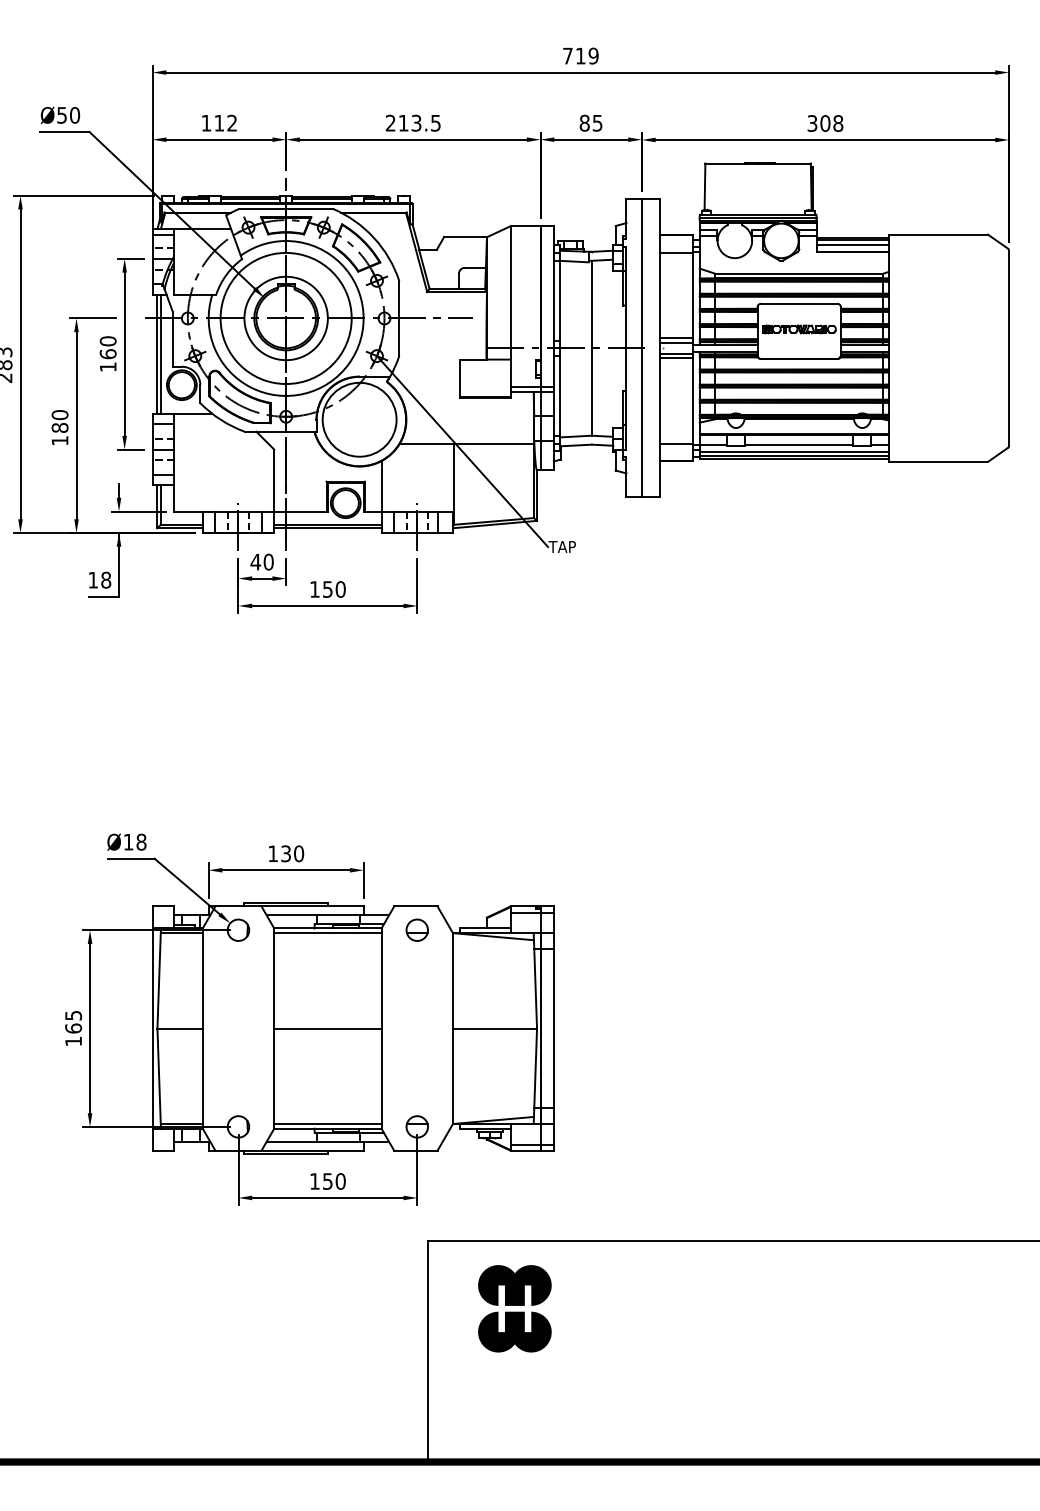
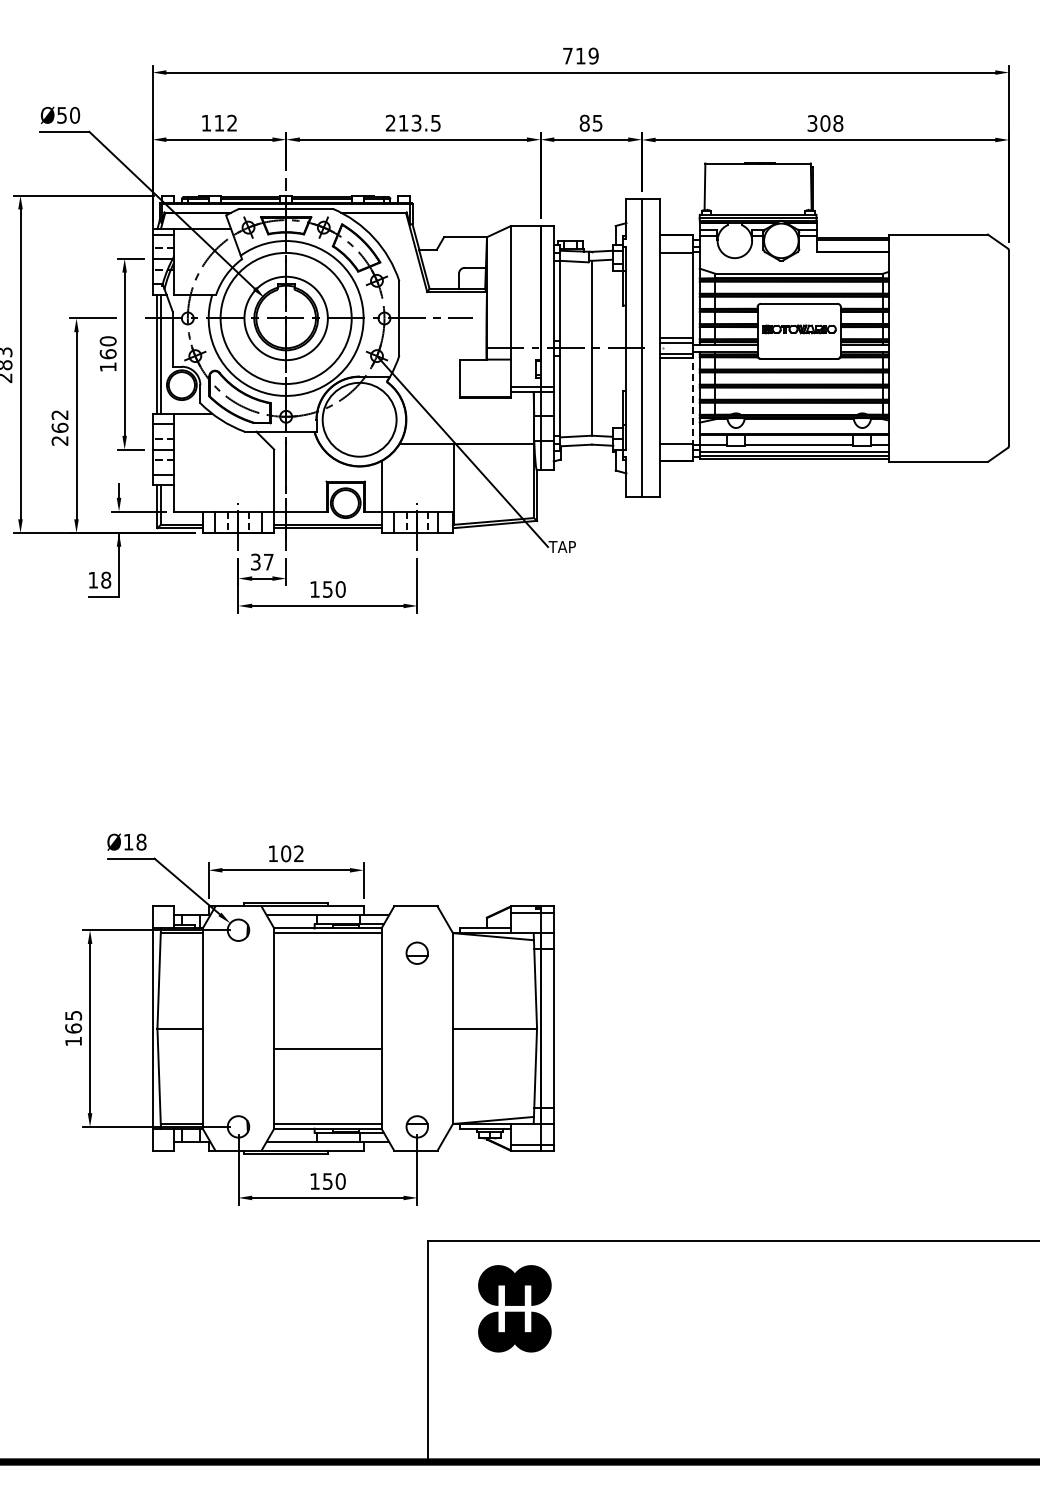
line at (852, 244): present -> none
line at (693, 398): solid -> dashed
text at (59, 427): 180 -> 262
text at (261, 561): 40 -> 37
text at (292, 853): 130 -> 102
part at (416, 929) position: (416, 929) -> (416, 952)
line at (327, 1028) position: (327, 1028) -> (327, 1048)
